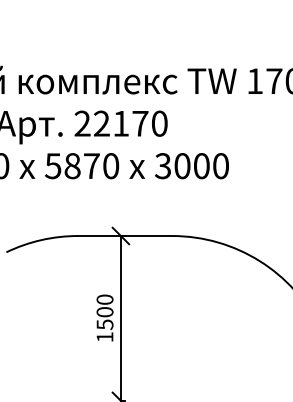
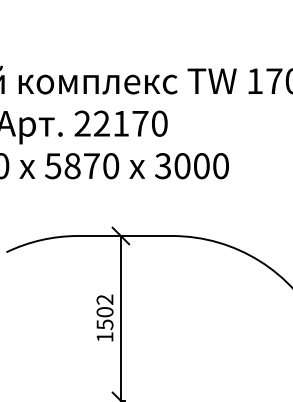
text at (104, 299): 1500 -> 1502
